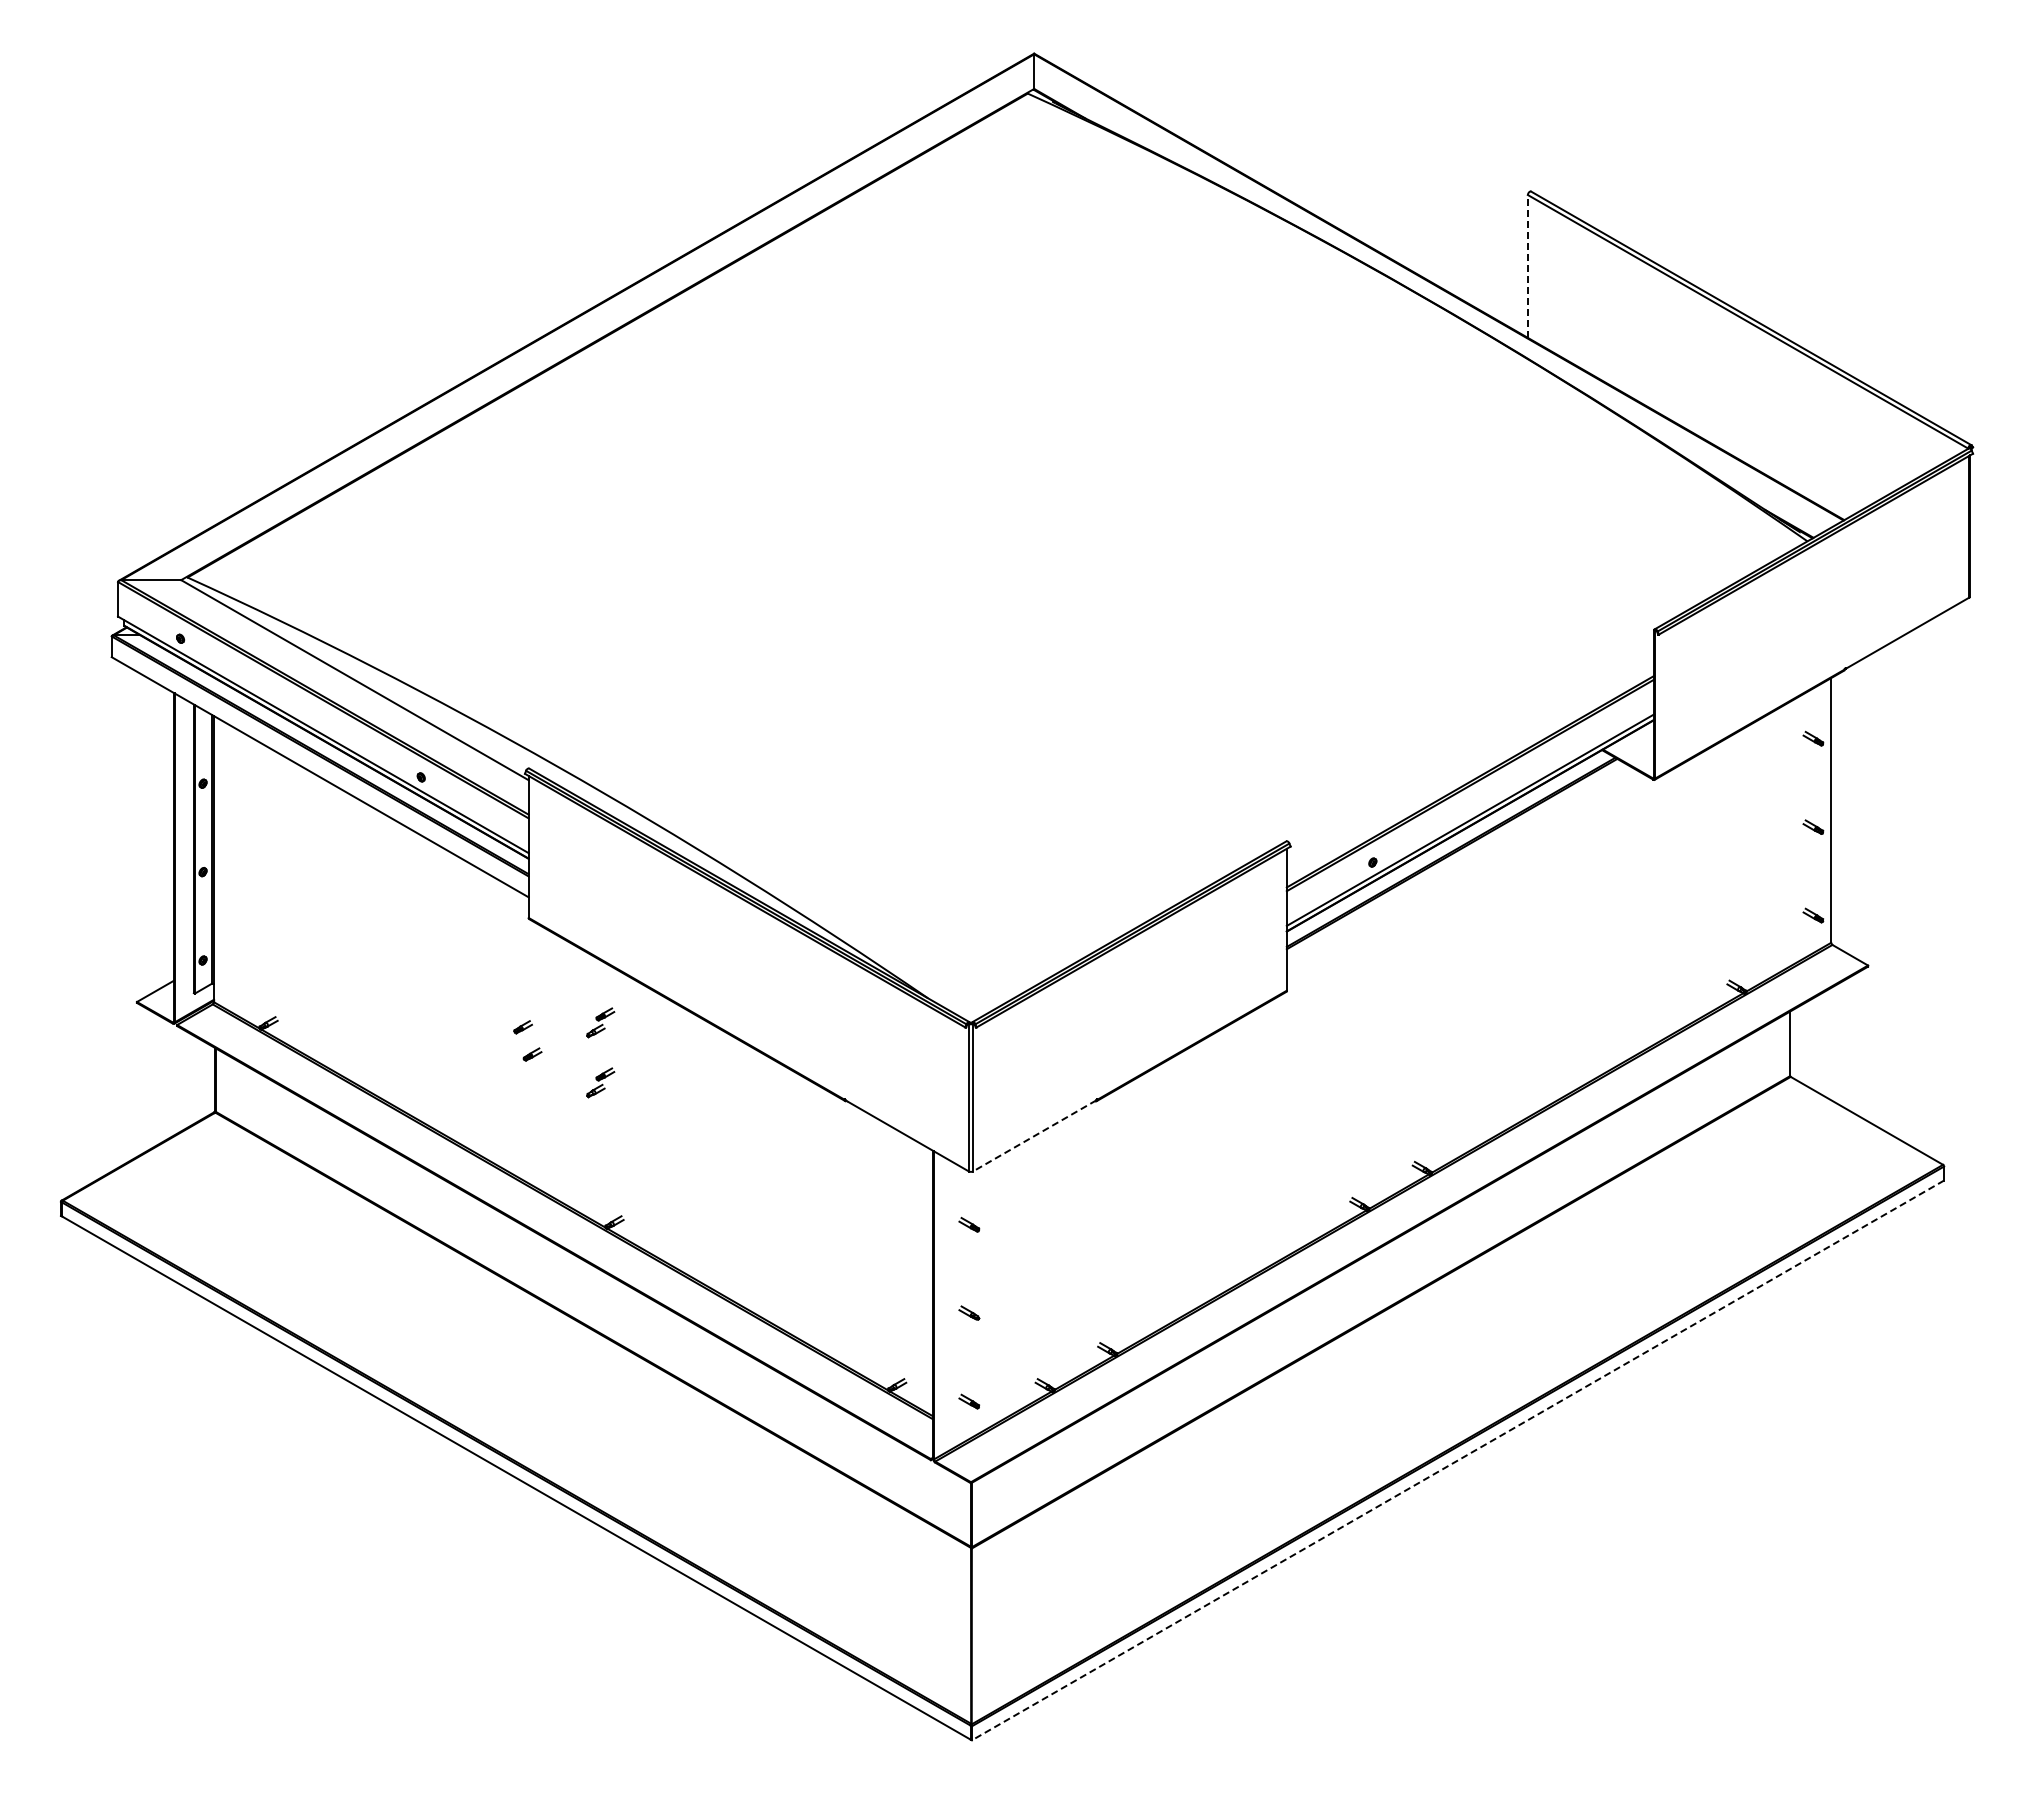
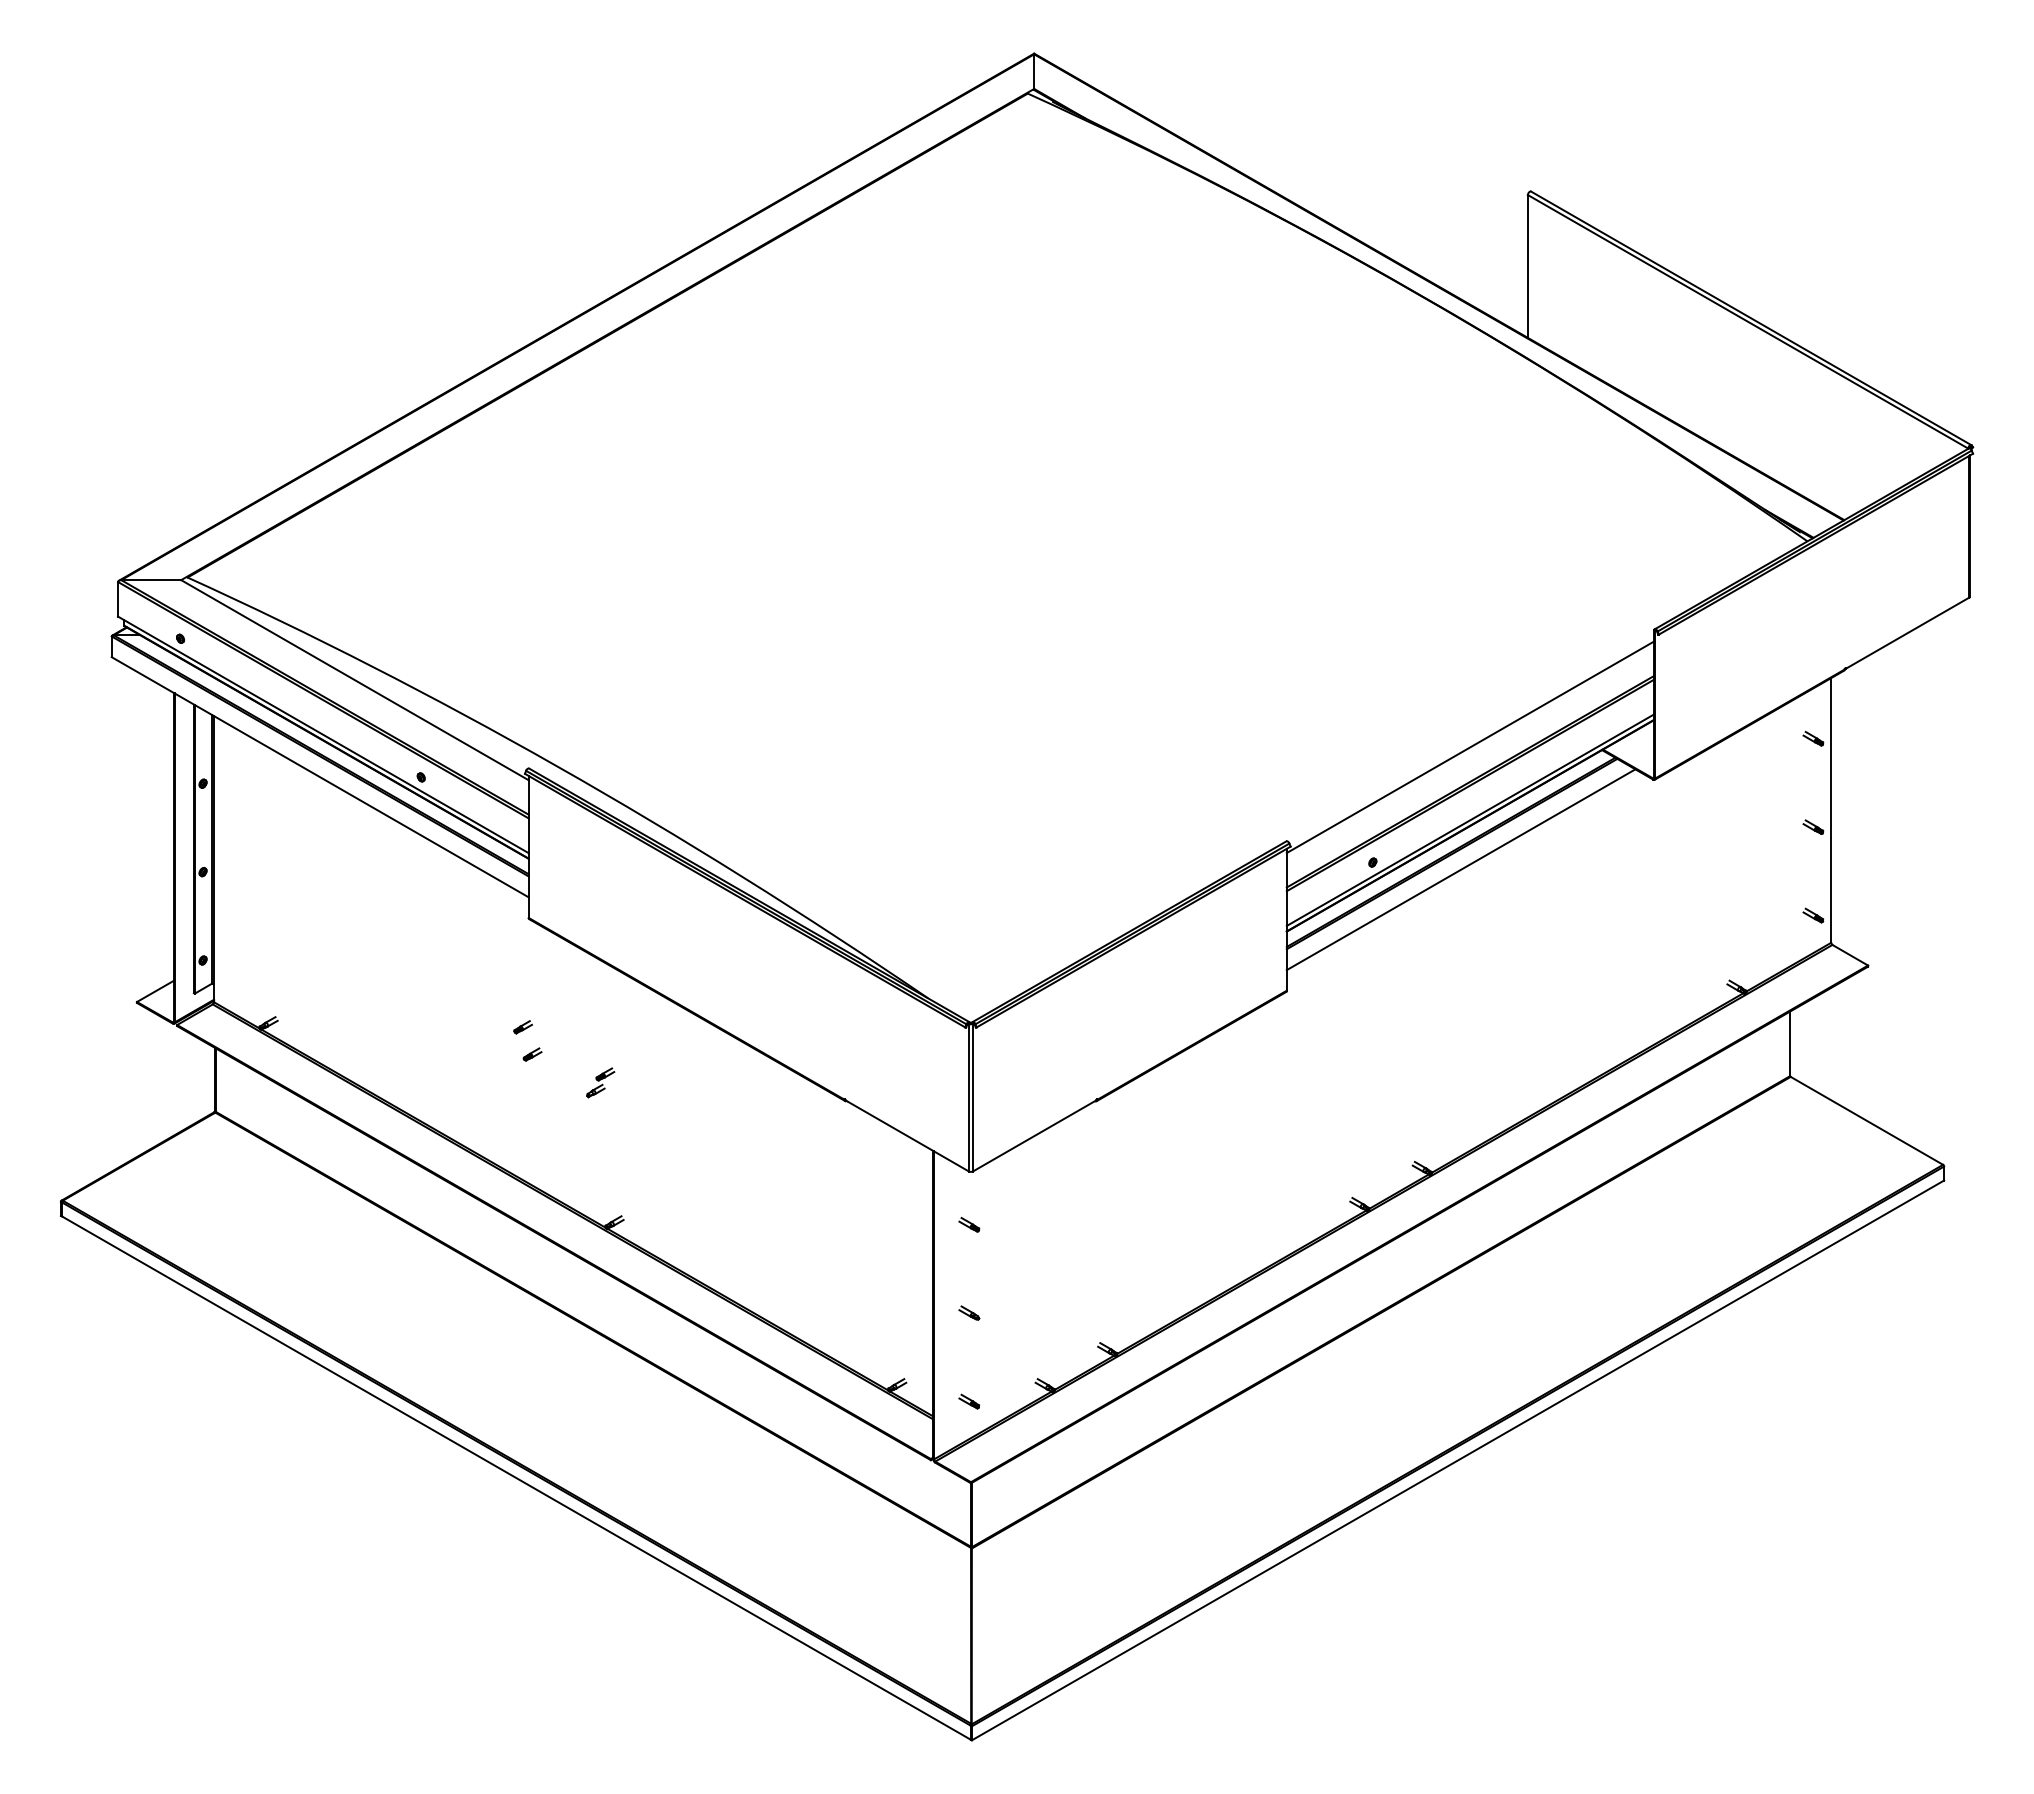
line at (1527, 265): dashed -> solid
line at (1470, 747): none -> present
line at (1460, 869): none -> present
part at (600, 1022): present -> none
line at (1034, 1136): dashed -> solid
line at (1458, 1460): dashed -> solid
